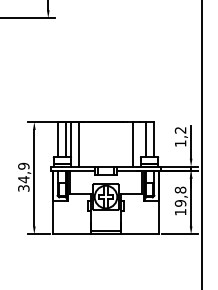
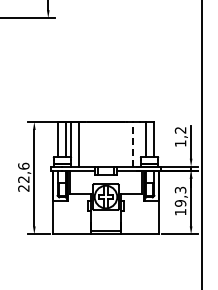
line at (133, 144): solid -> dashed
text at (23, 176): 34,9 -> 22,6
text at (180, 189): 19,8 -> 19,3
